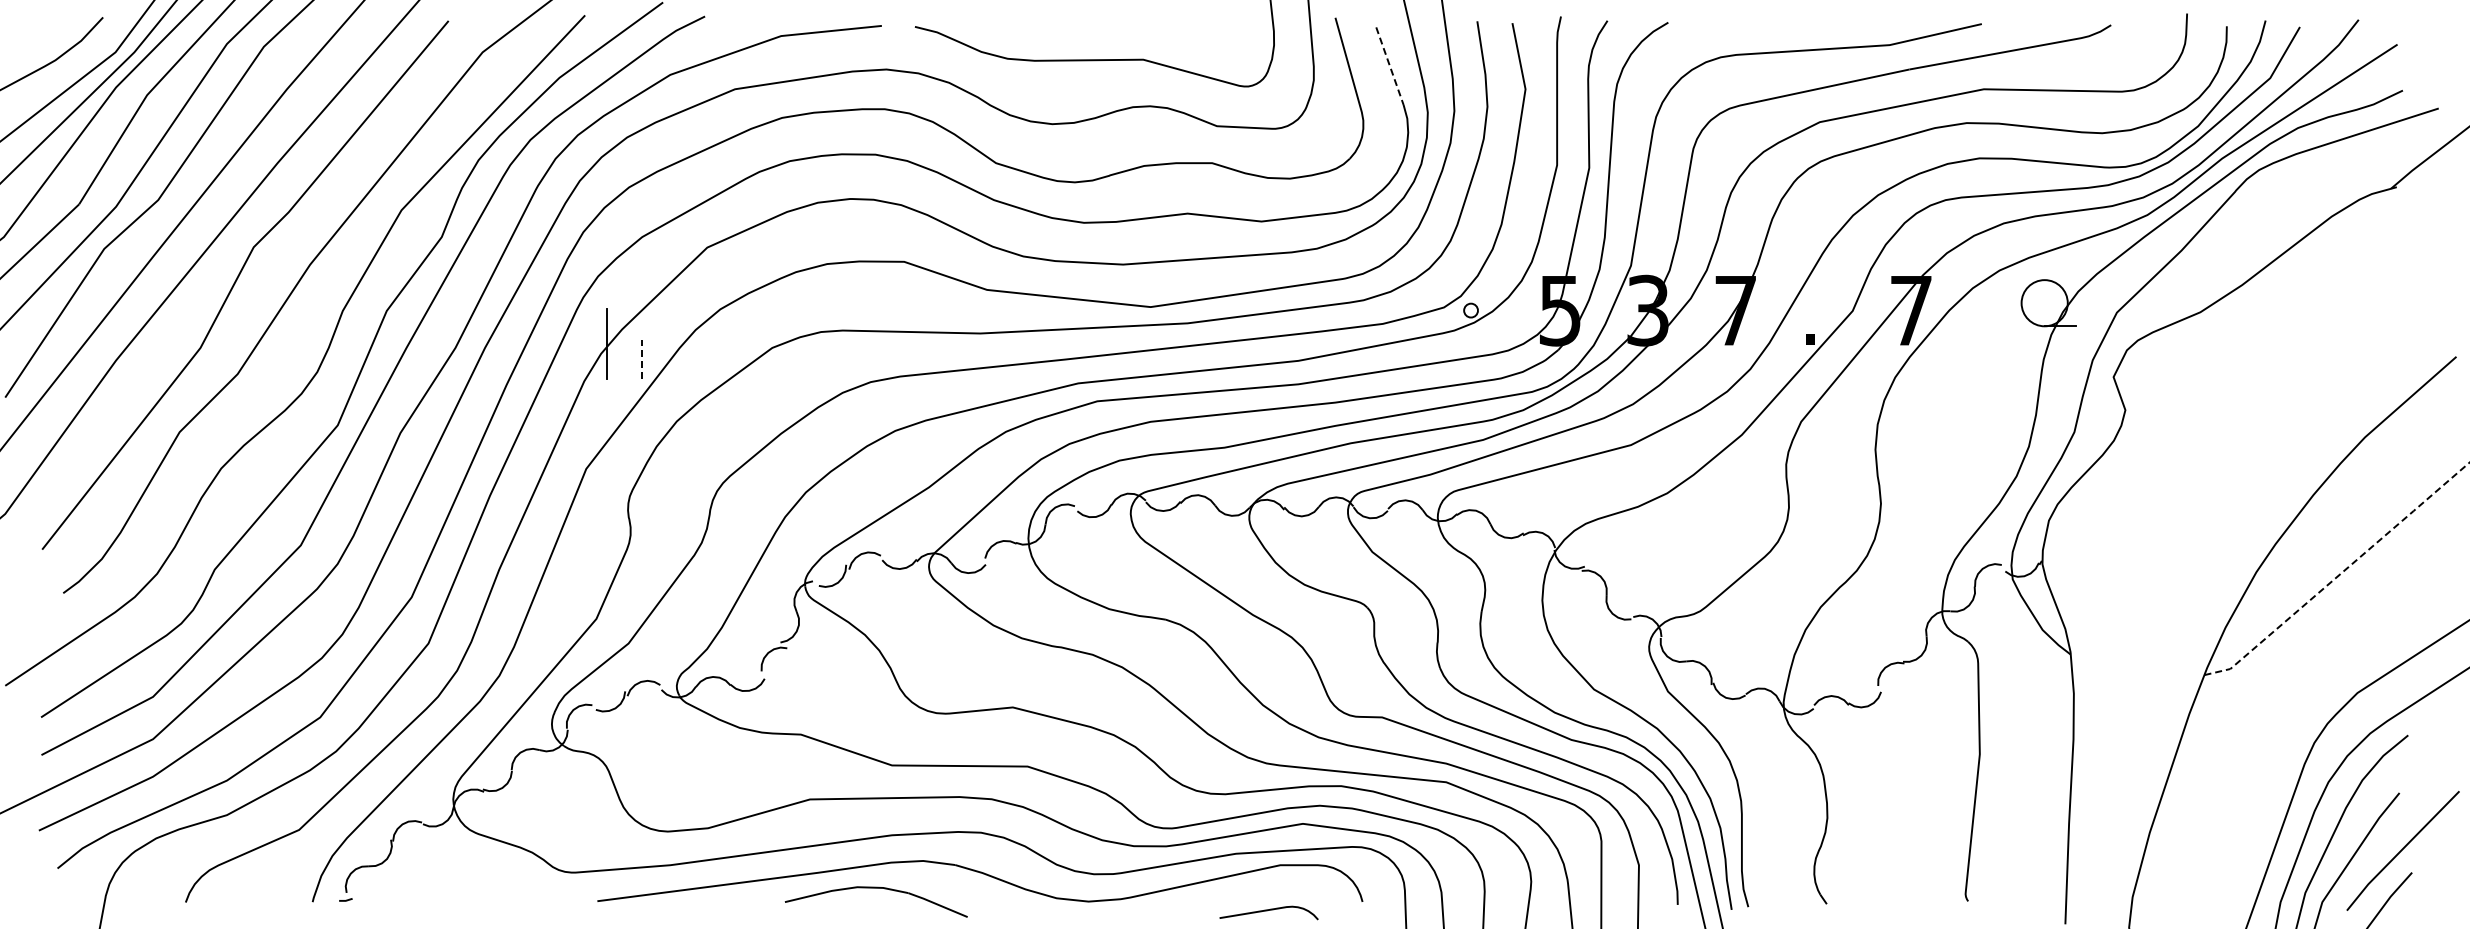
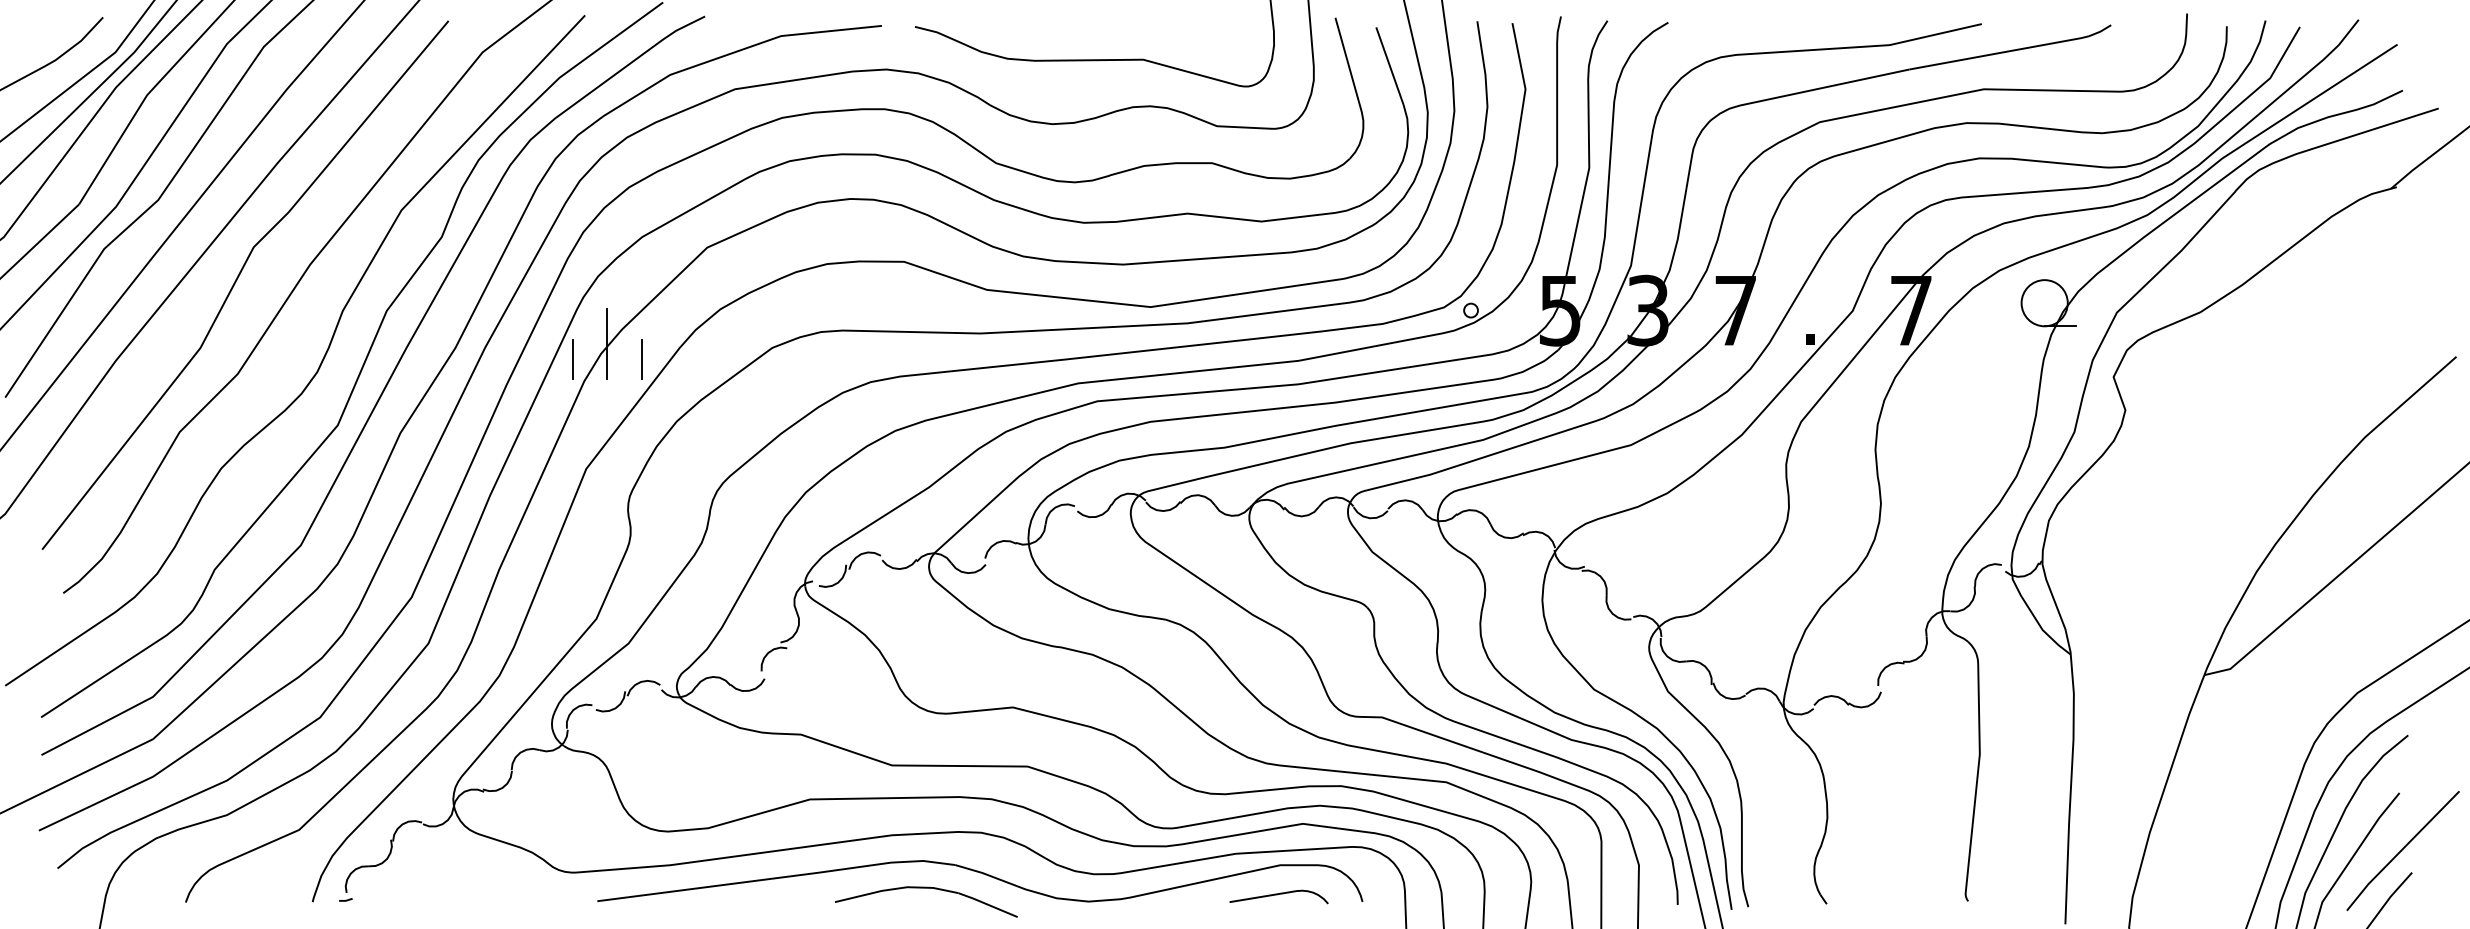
line at (1390, 66): dashed -> solid
line at (572, 358): none -> present
line at (641, 358): dashed -> solid
line at (2340, 574): dashed -> solid
part at (875, 888) position: (875, 888) -> (925, 888)
curve at (1267, 911) position: (1267, 911) -> (1277, 895)
